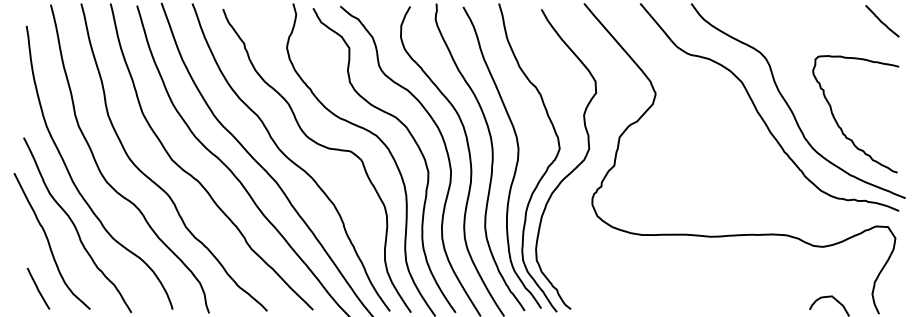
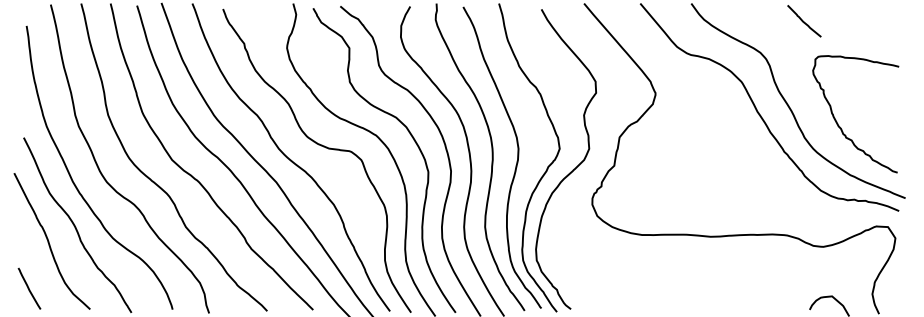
line at (882, 21) position: (882, 21) -> (804, 21)
line at (38, 288) position: (38, 288) -> (29, 288)
